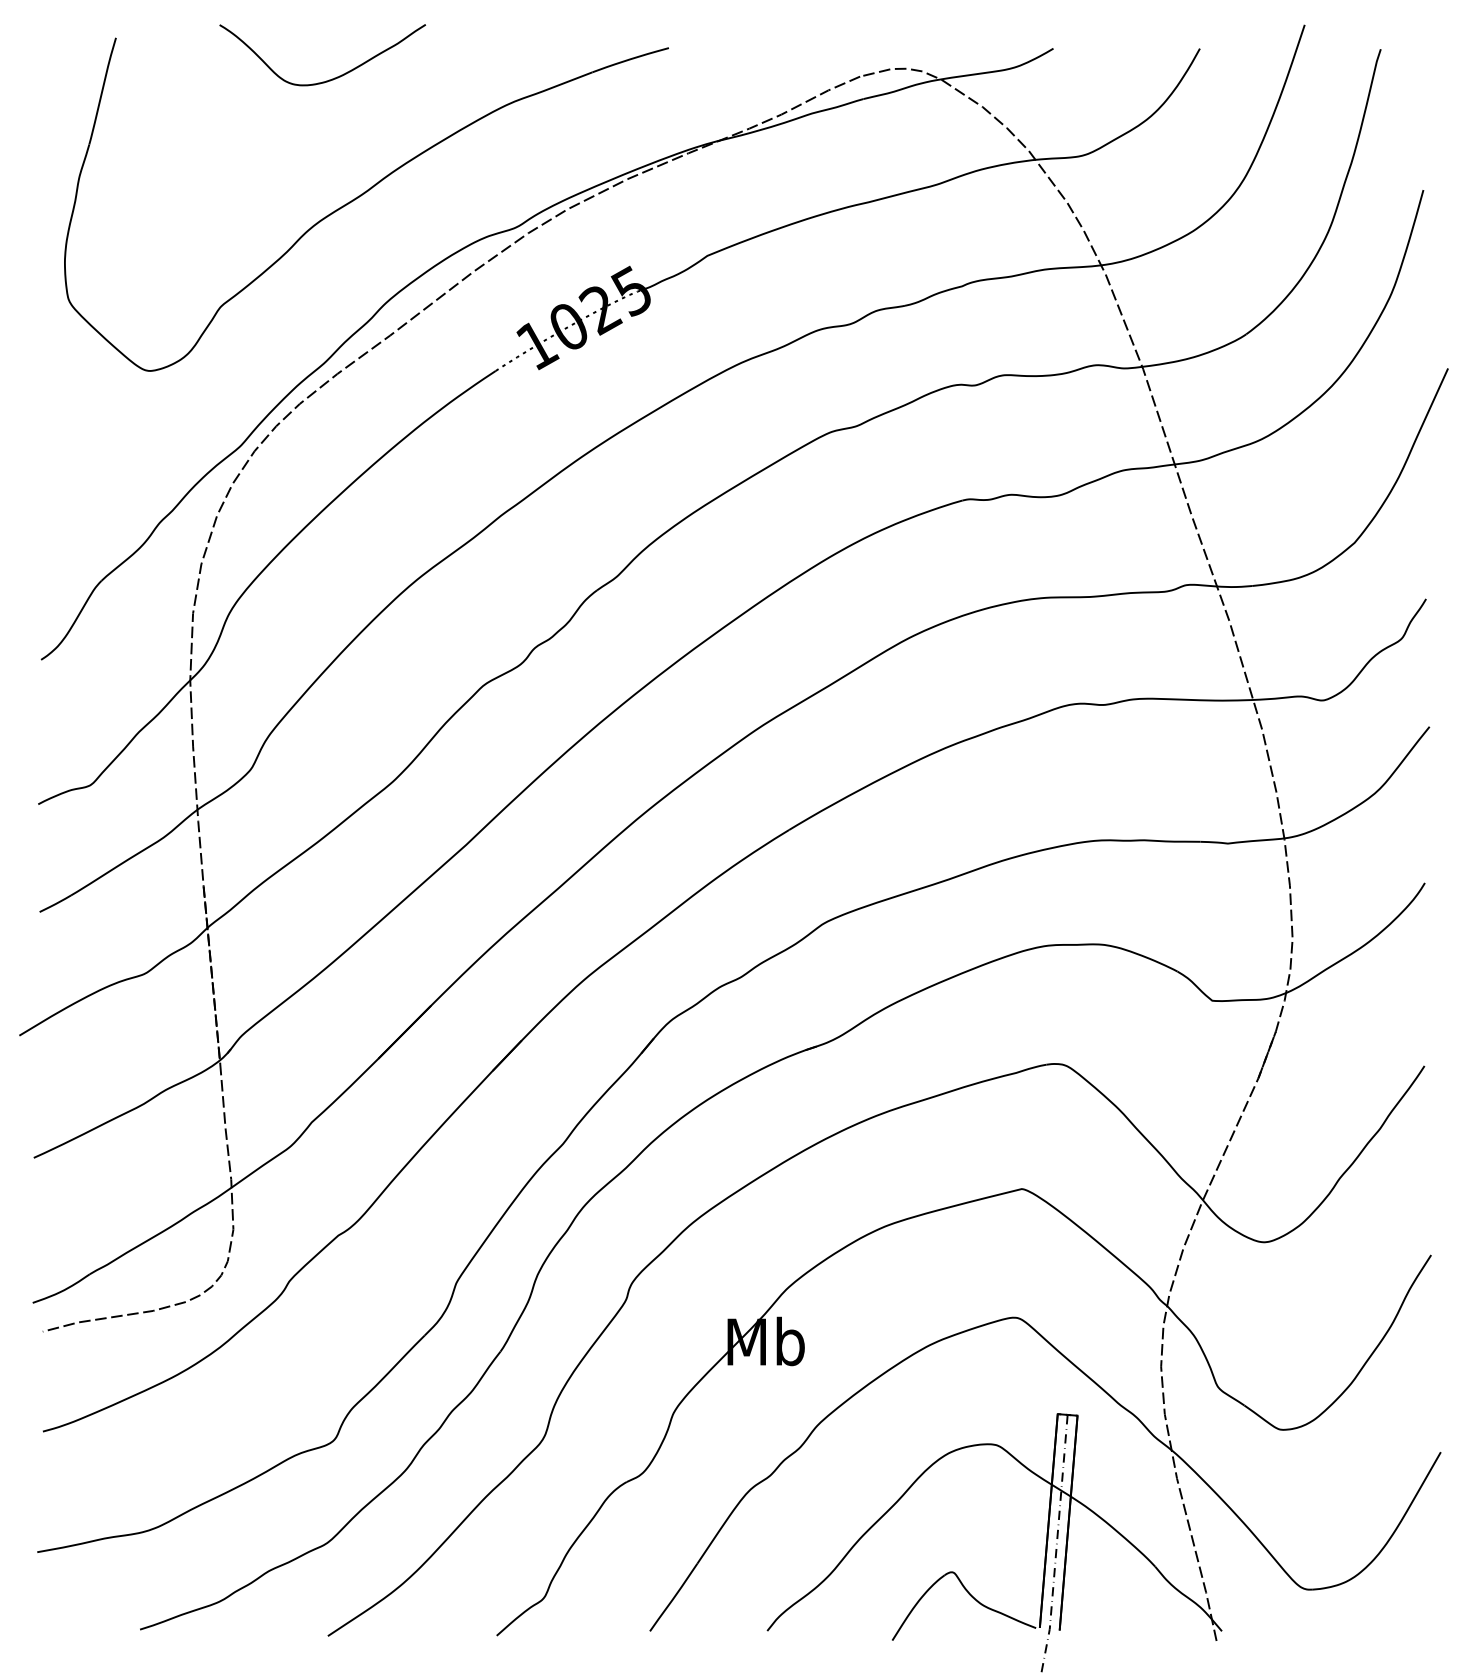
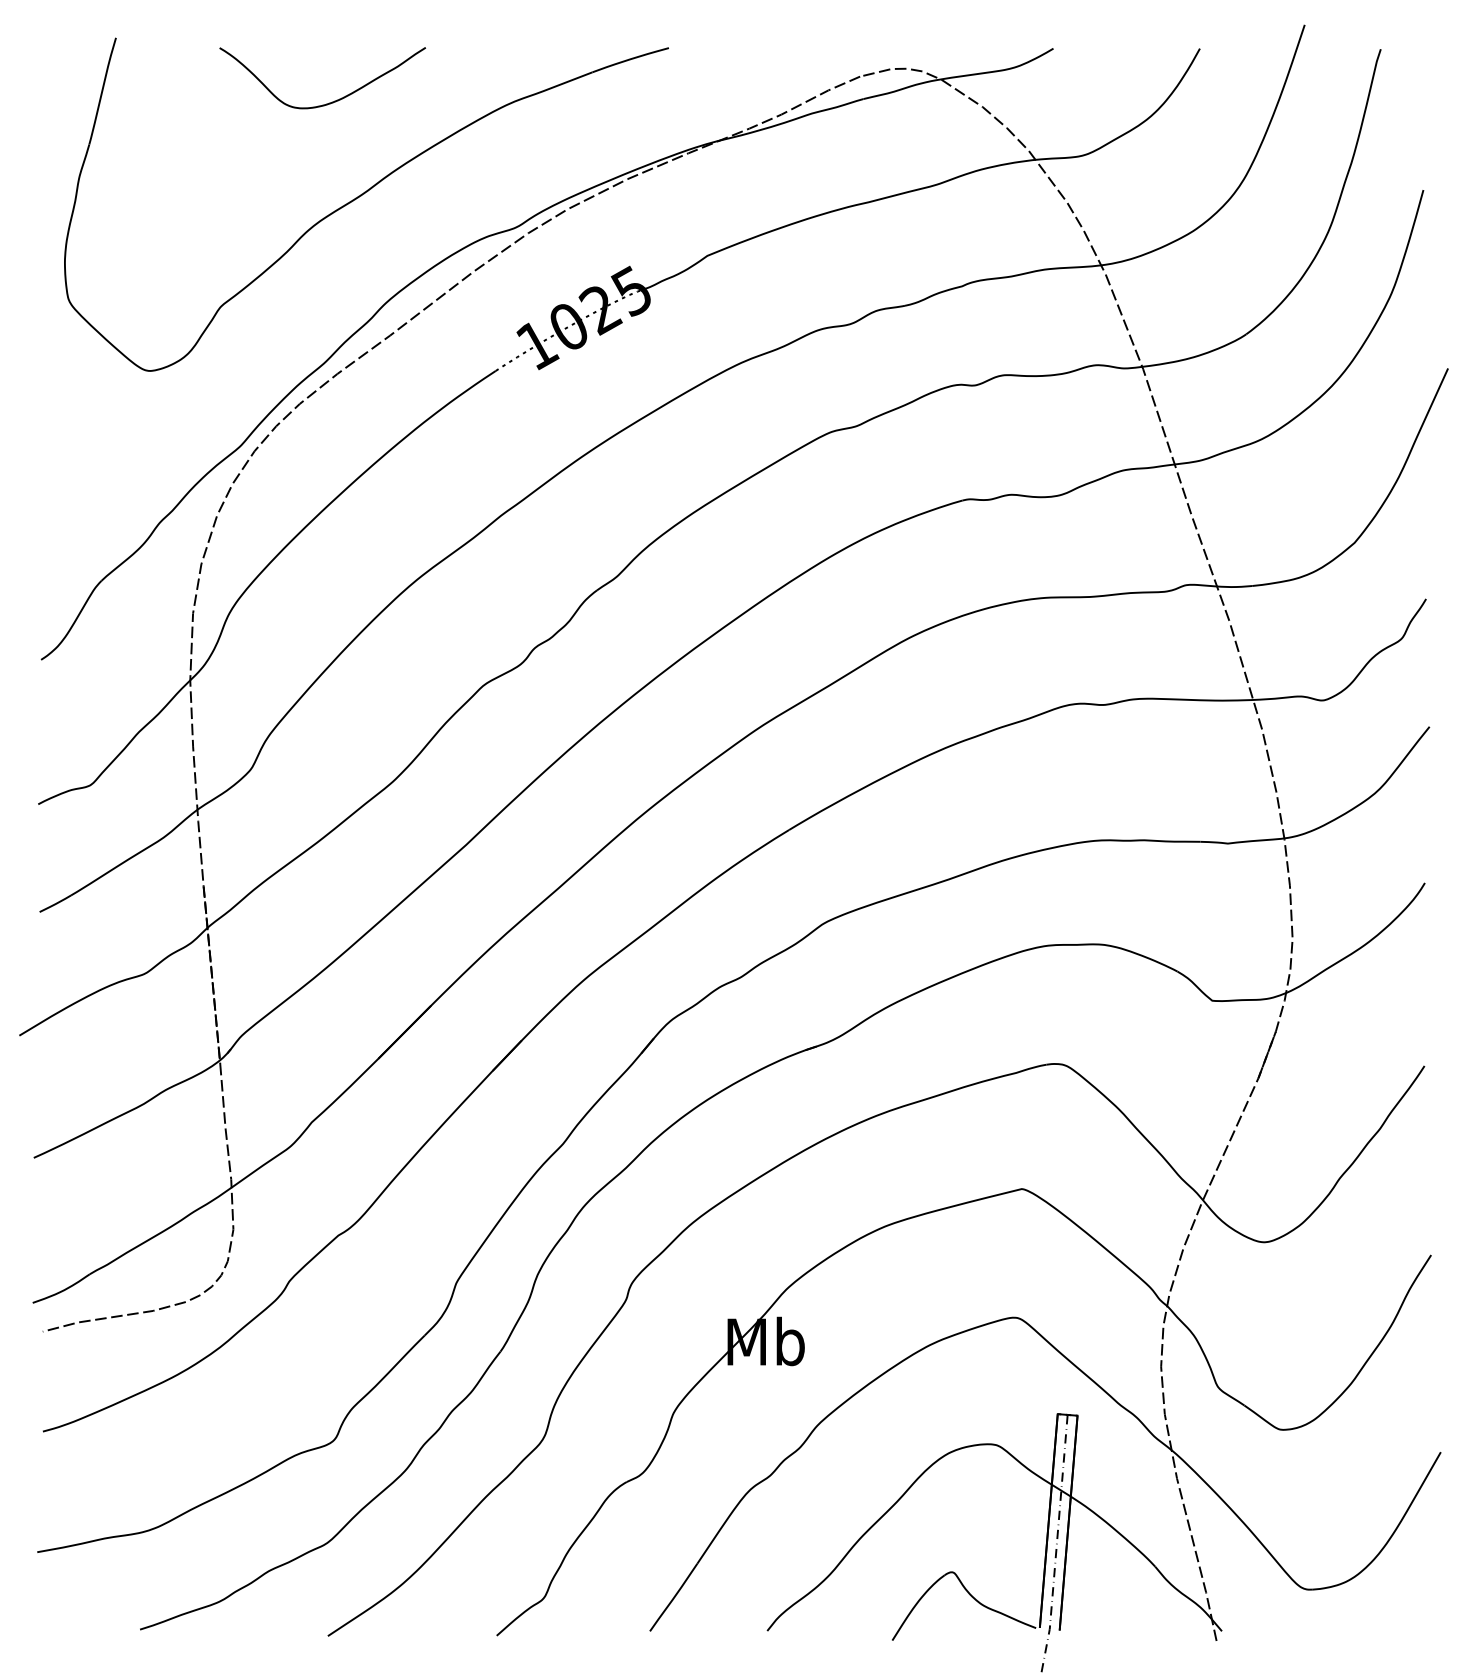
curve at (329, 79) position: (329, 79) -> (329, 102)
